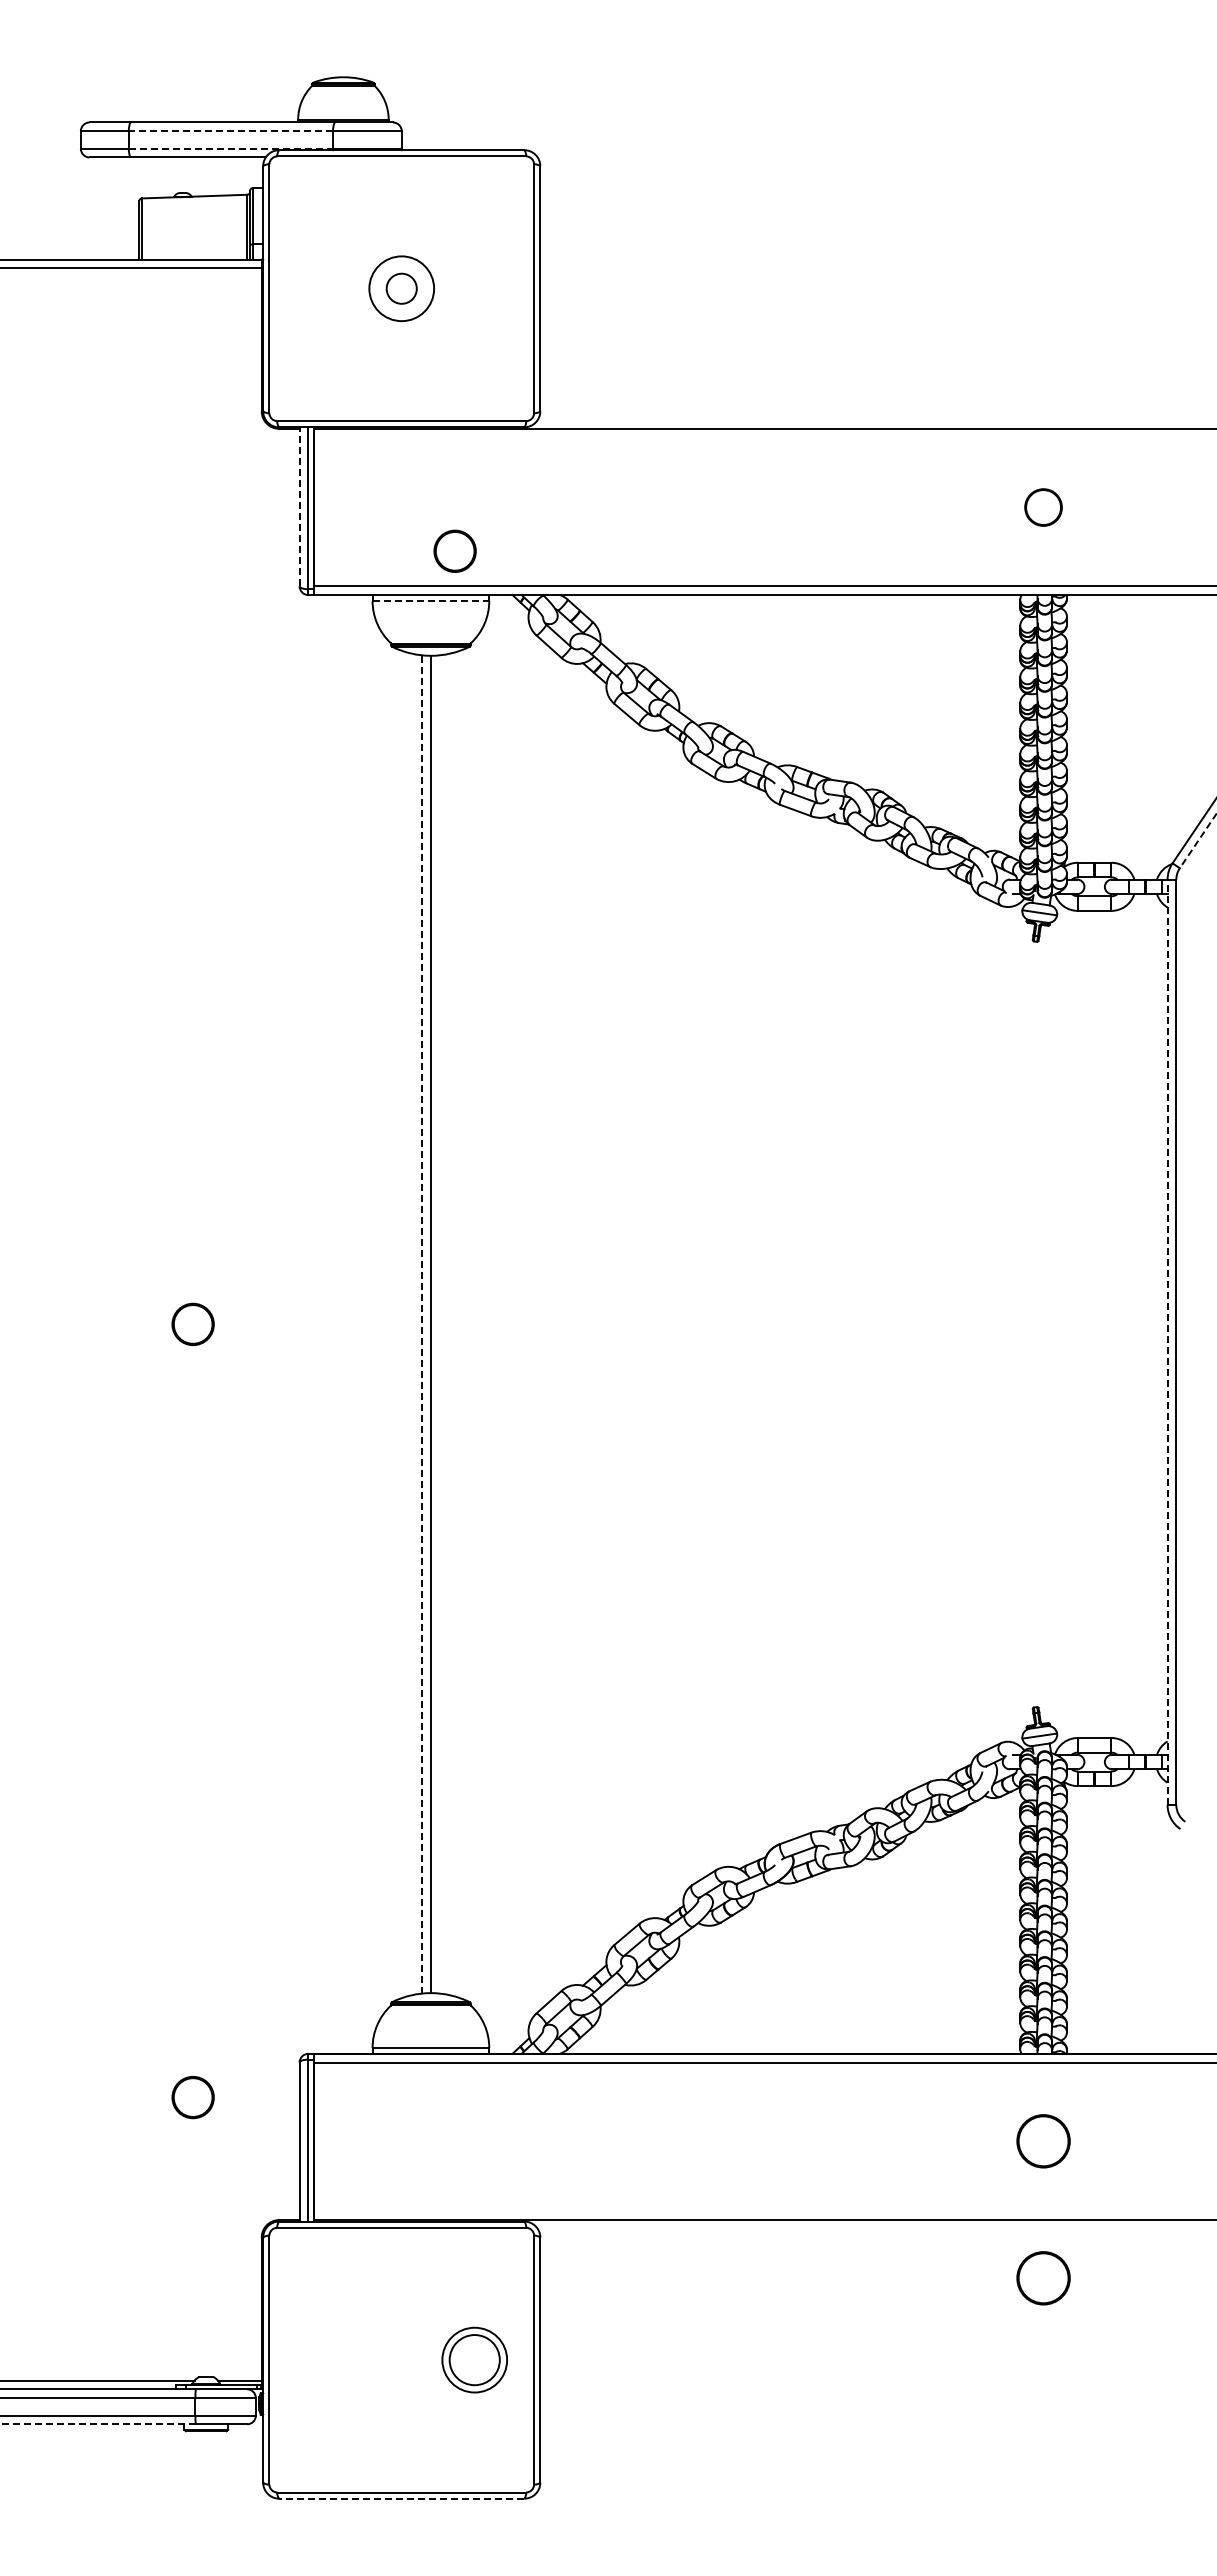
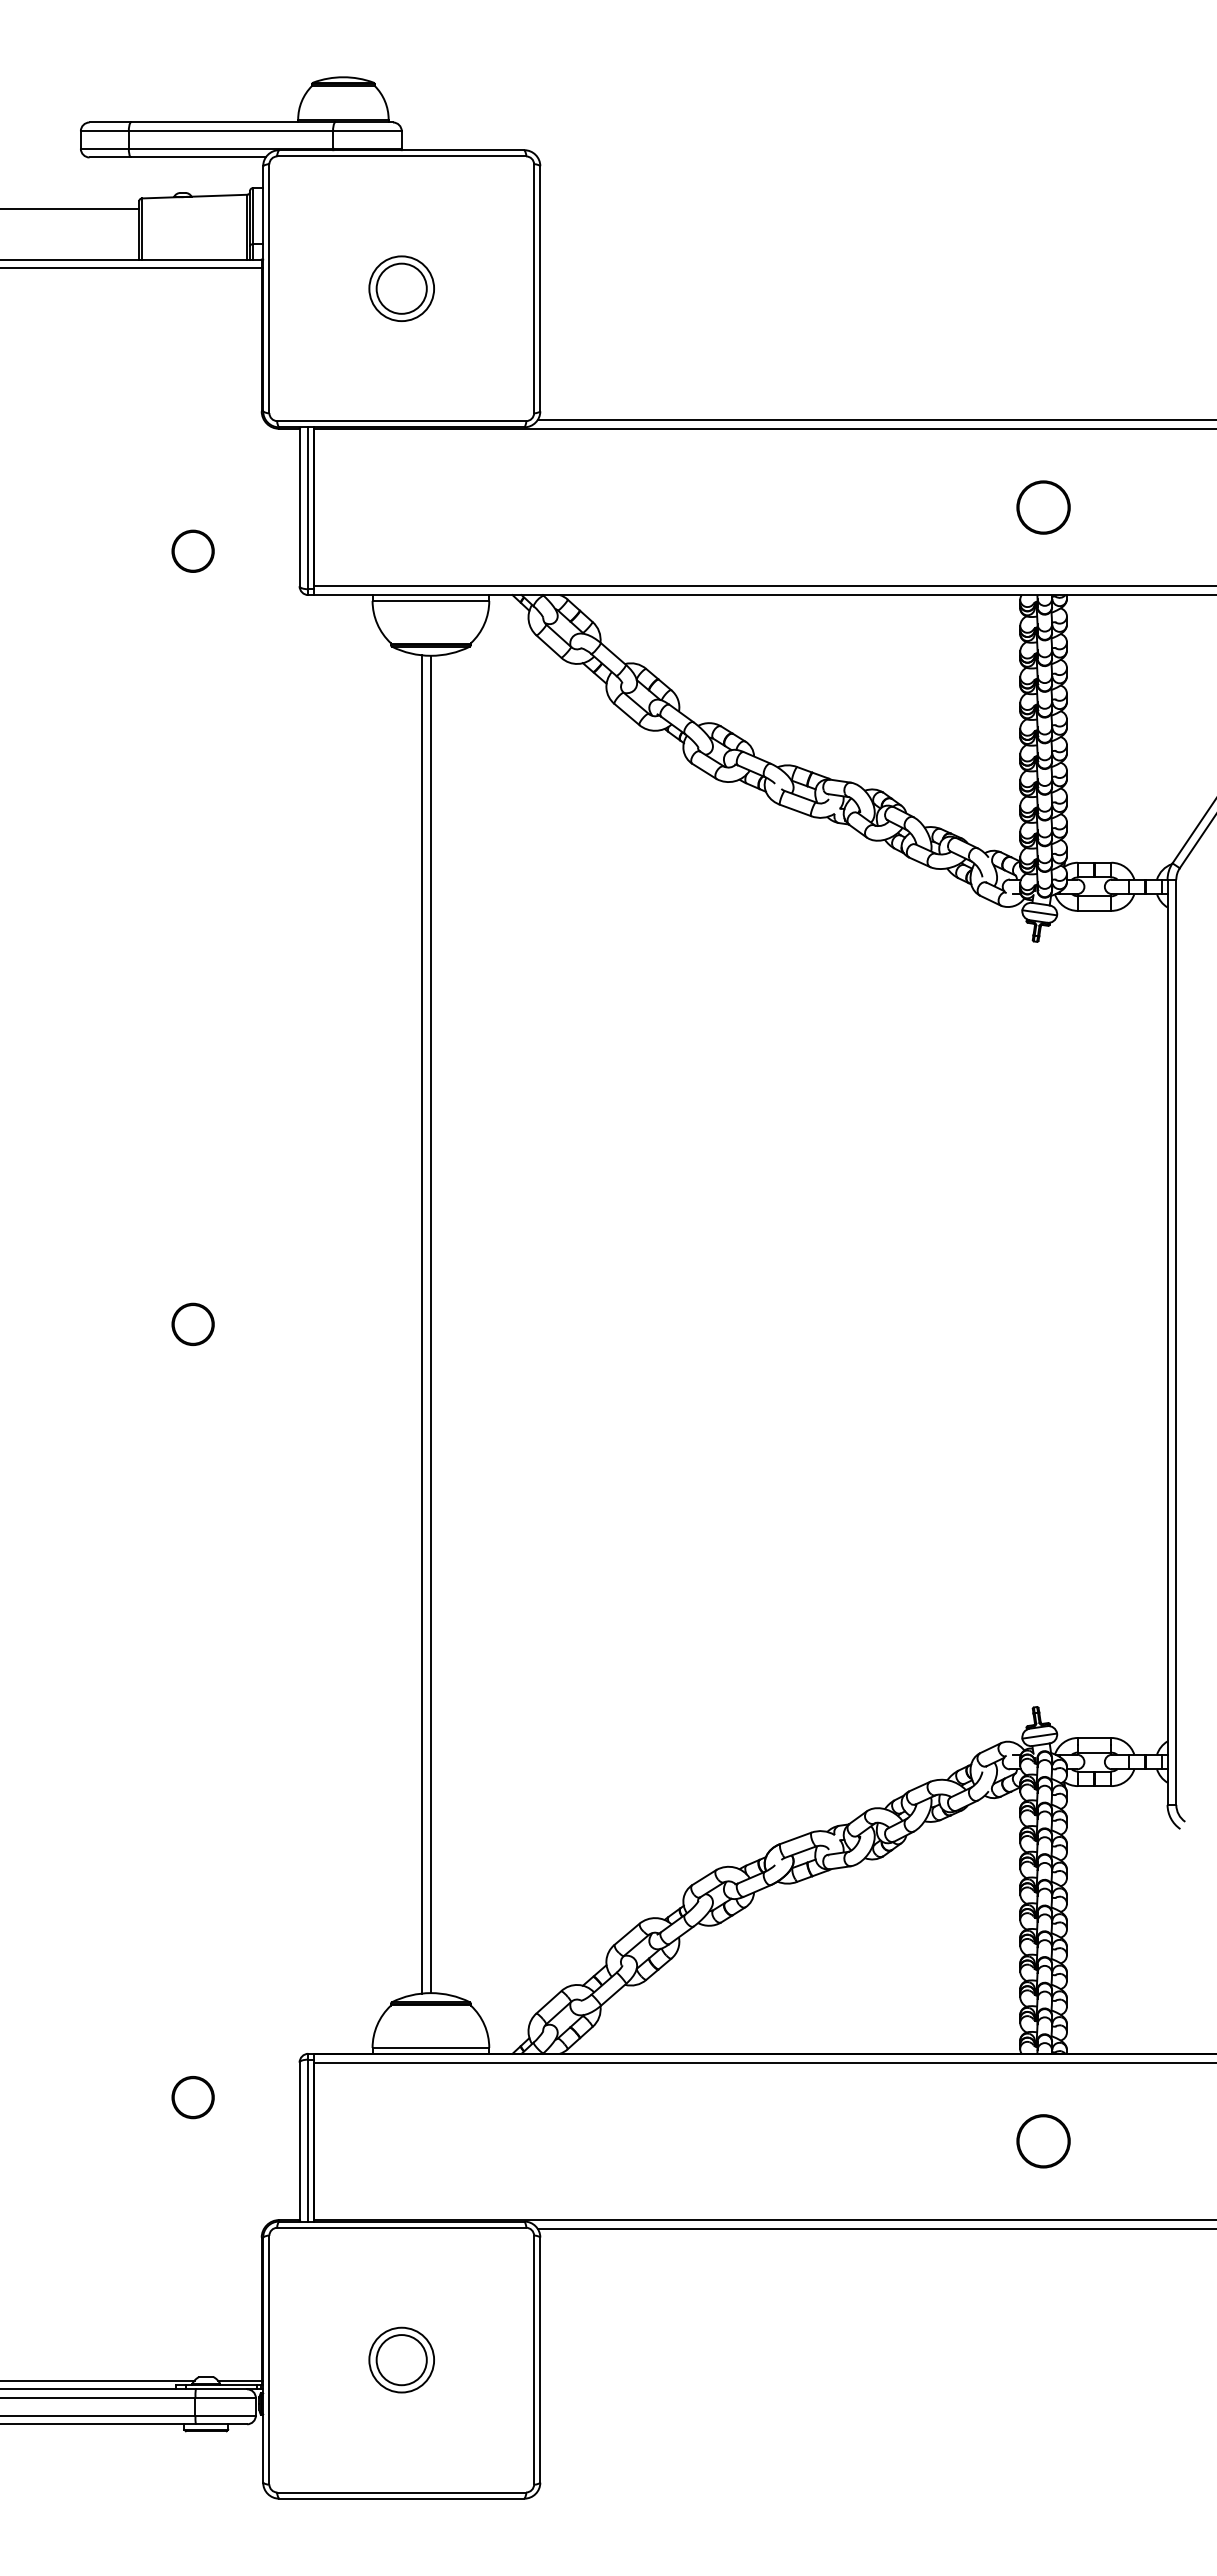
line at (230, 131): dashed -> solid
line at (231, 148): dashed -> solid
line at (70, 208): none -> present
circle at (401, 288) diameter: 30 px -> 50 px
line at (875, 420): none -> present
line at (299, 507): dashed -> solid
circle at (1043, 507) size: 39x39 px -> 55x55 px
part at (454, 550) position: (454, 550) -> (192, 550)
line at (431, 600): dashed -> solid
line at (1198, 841): dashed -> solid
line at (422, 1323): dashed -> solid
line at (1167, 1342): dashed -> solid
line at (875, 2228): none -> present
circle at (1043, 2278): present -> none
part at (474, 2359) position: (474, 2359) -> (401, 2359)
line at (97, 2424): dashed -> solid
line at (401, 2498): dashed -> solid
